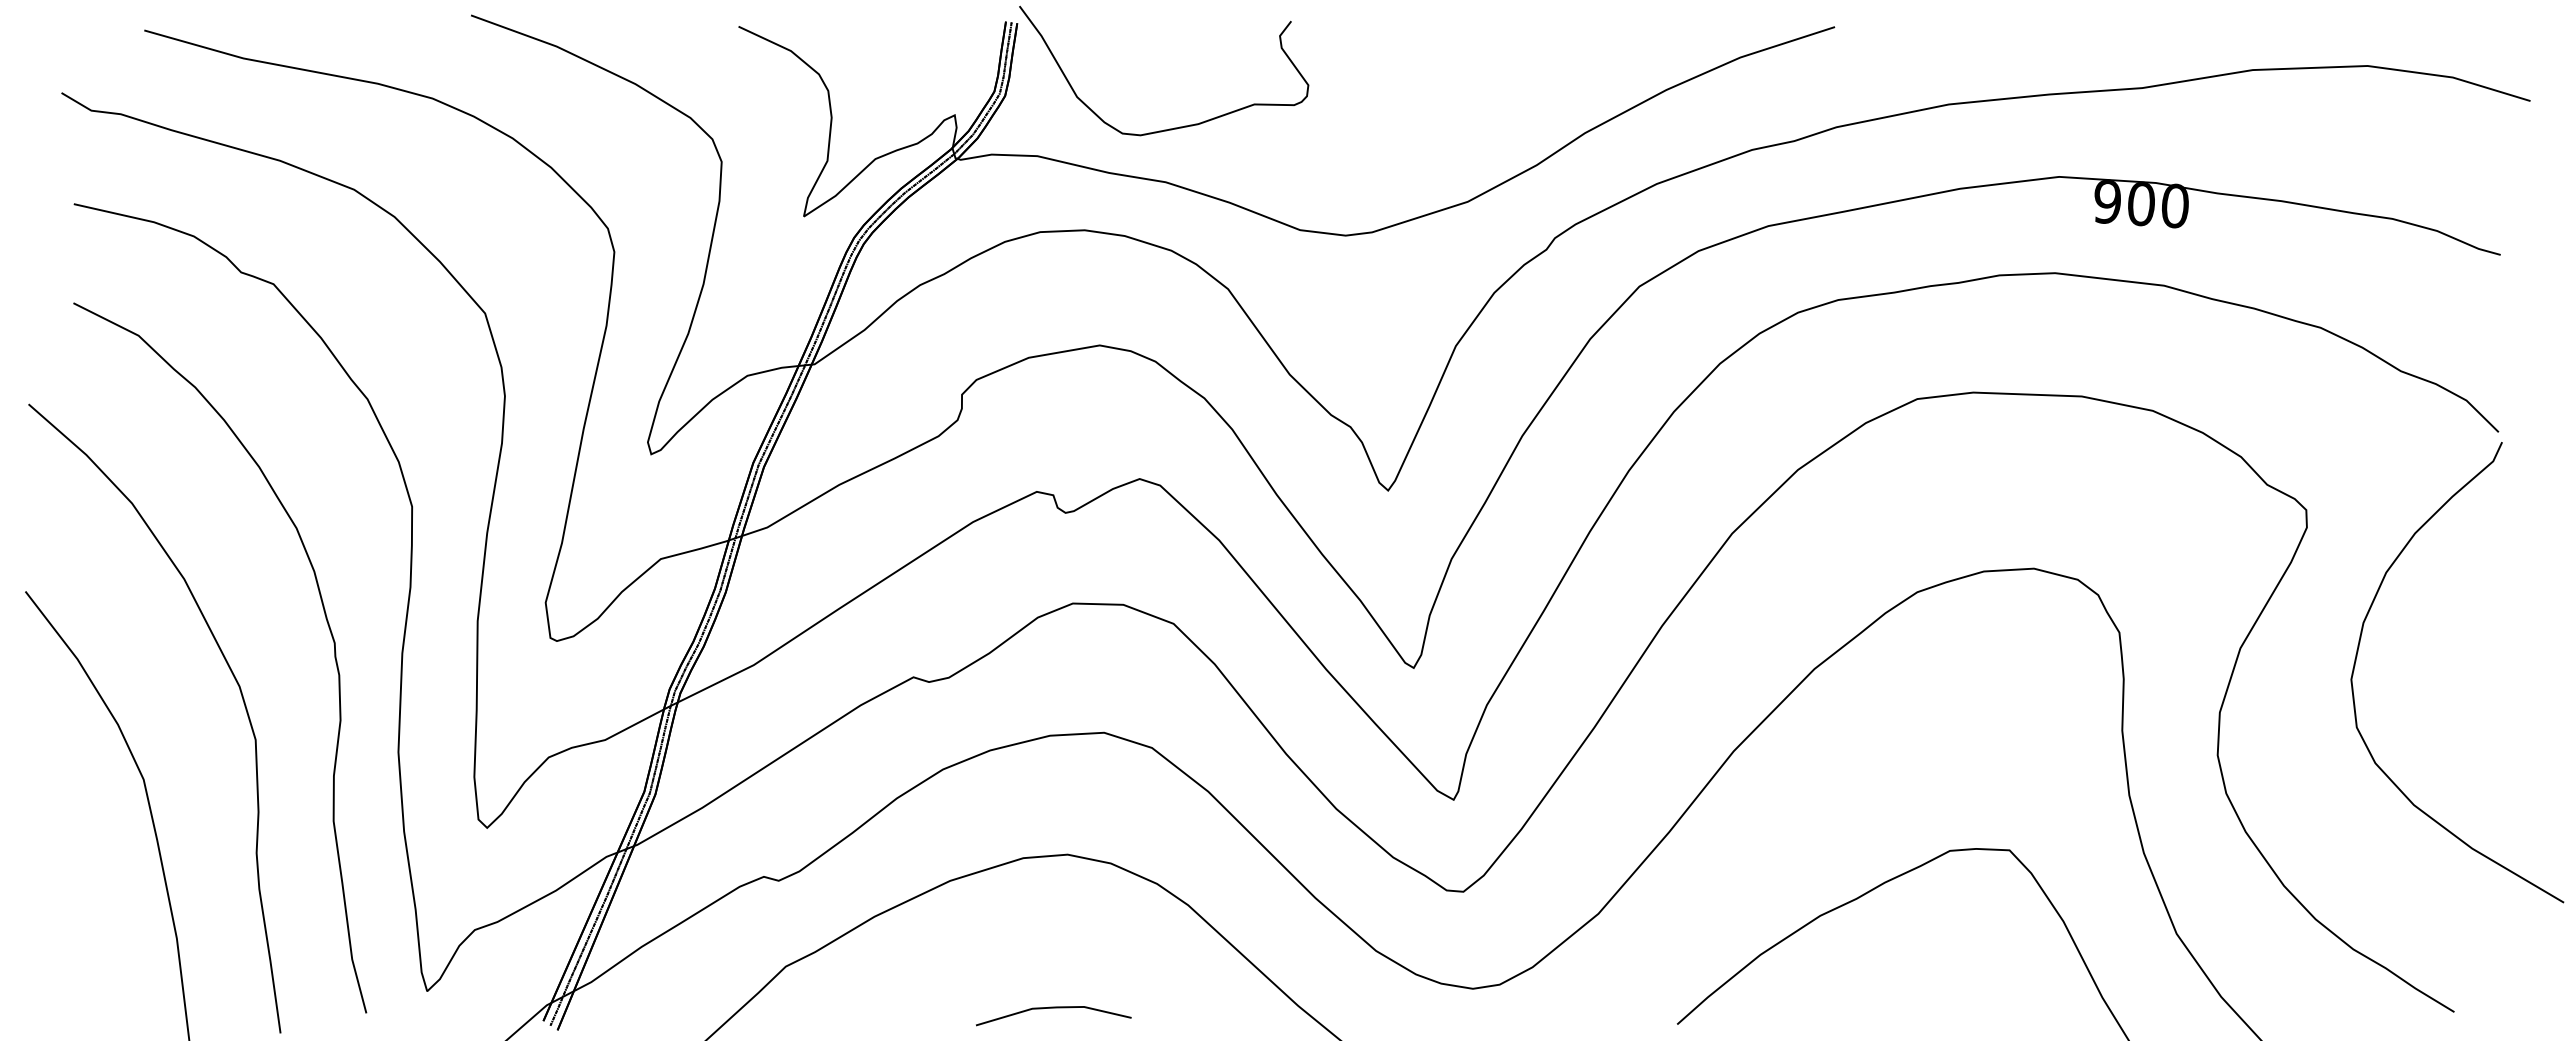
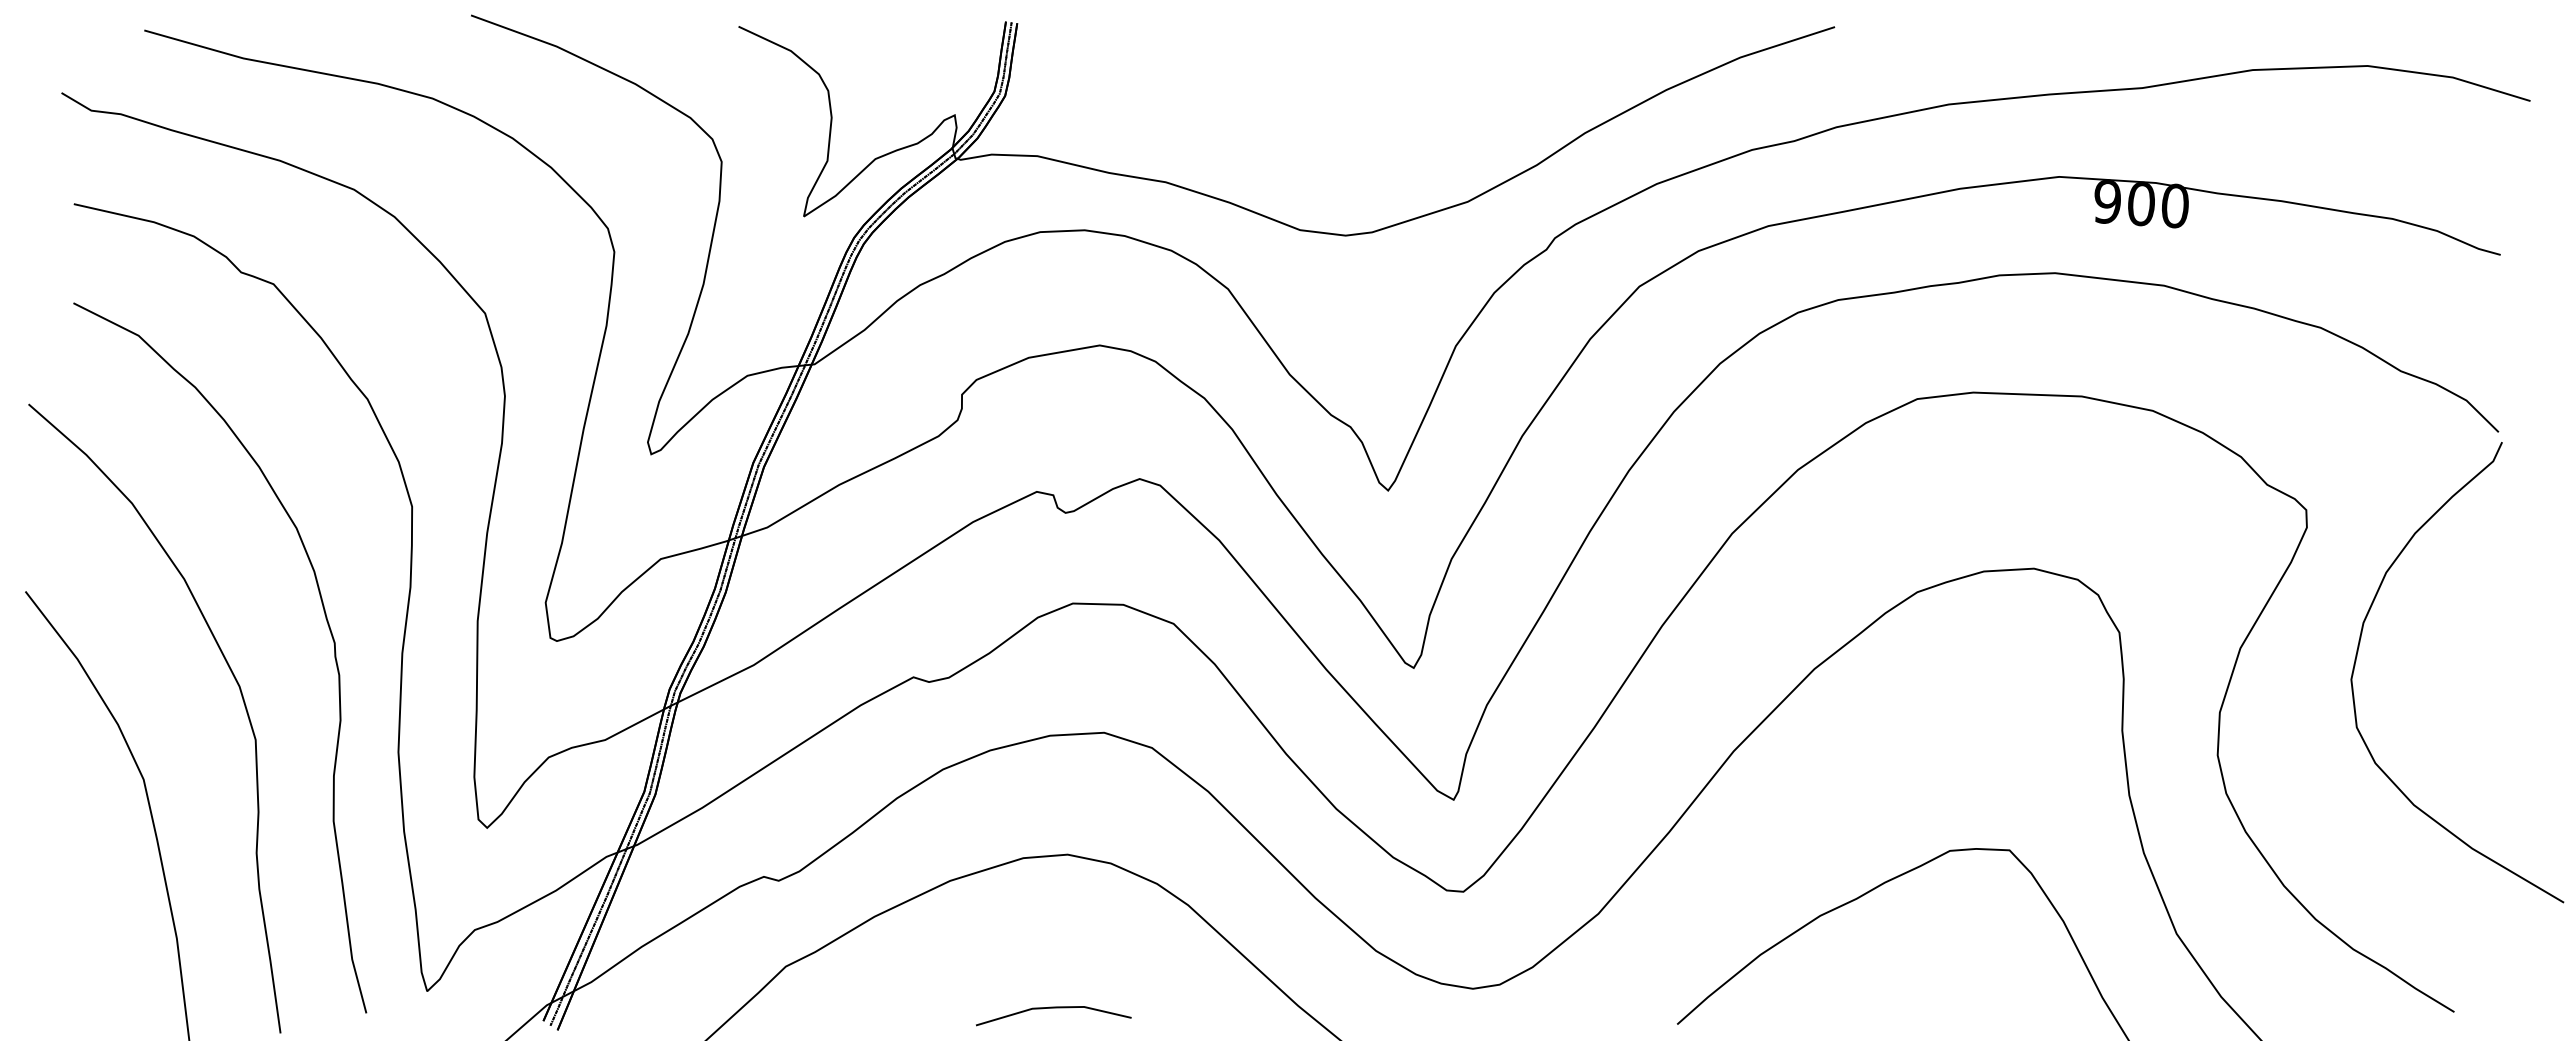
curve at (1174, 127): present -> none
